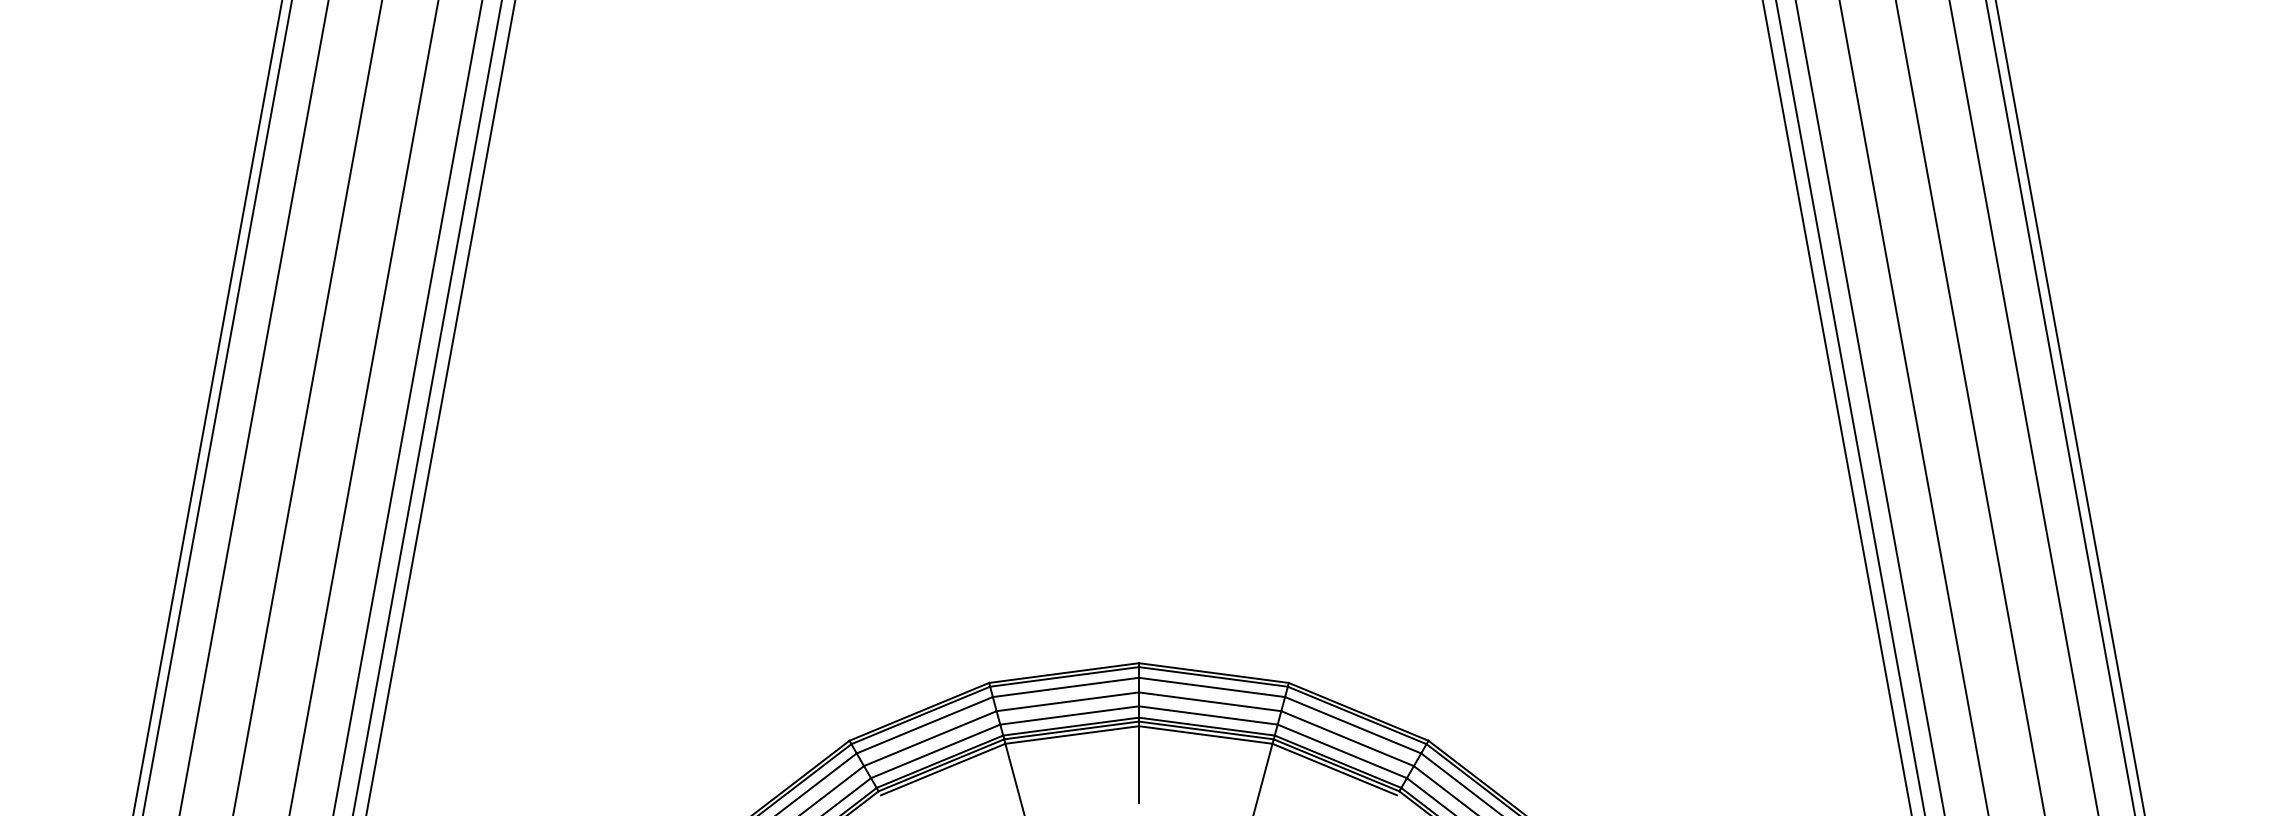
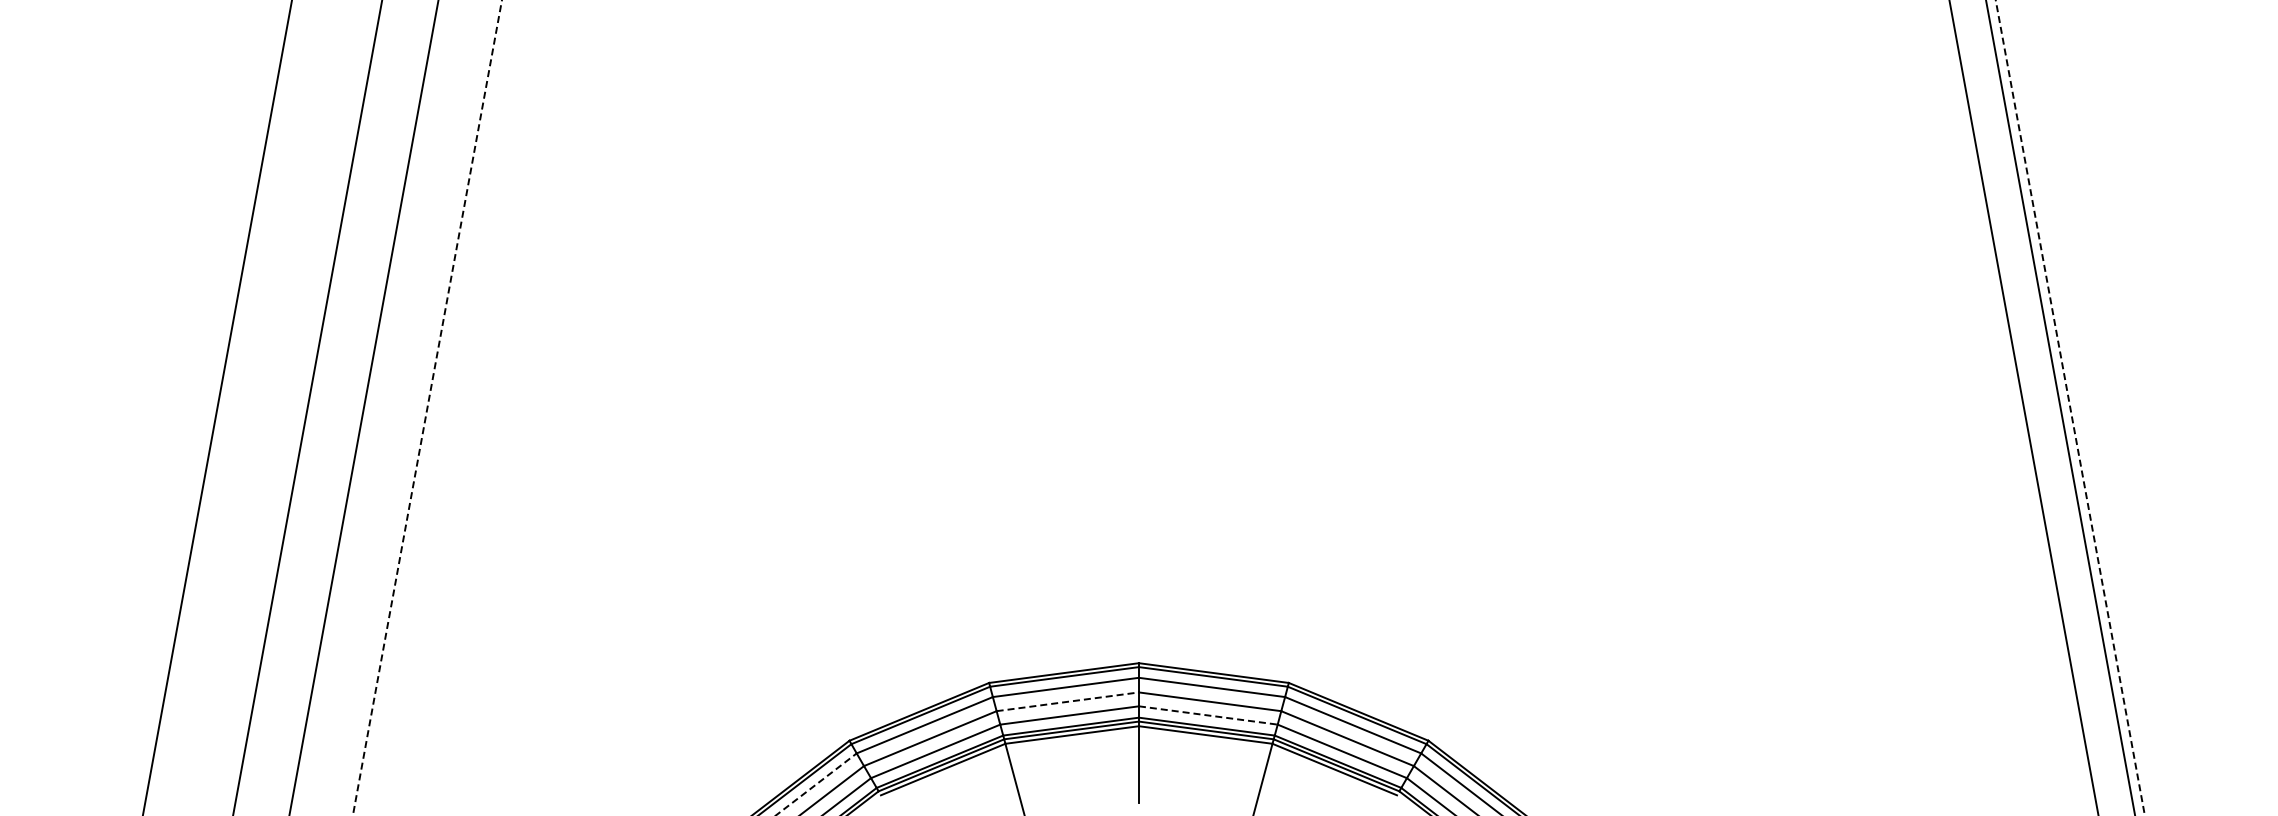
line at (207, 407): present -> none
line at (254, 407): present -> none
line at (407, 407): present -> none
line at (427, 407): solid -> dashed
line at (440, 407): present -> none
line at (1837, 407): present -> none
line at (1850, 407): present -> none
line at (1870, 407): present -> none
line at (1913, 407): present -> none
line at (1970, 407): present -> none
line at (2070, 407): solid -> dashed
line at (1067, 701): solid -> dashed
line at (1208, 715): solid -> dashed
line at (816, 784): solid -> dashed
